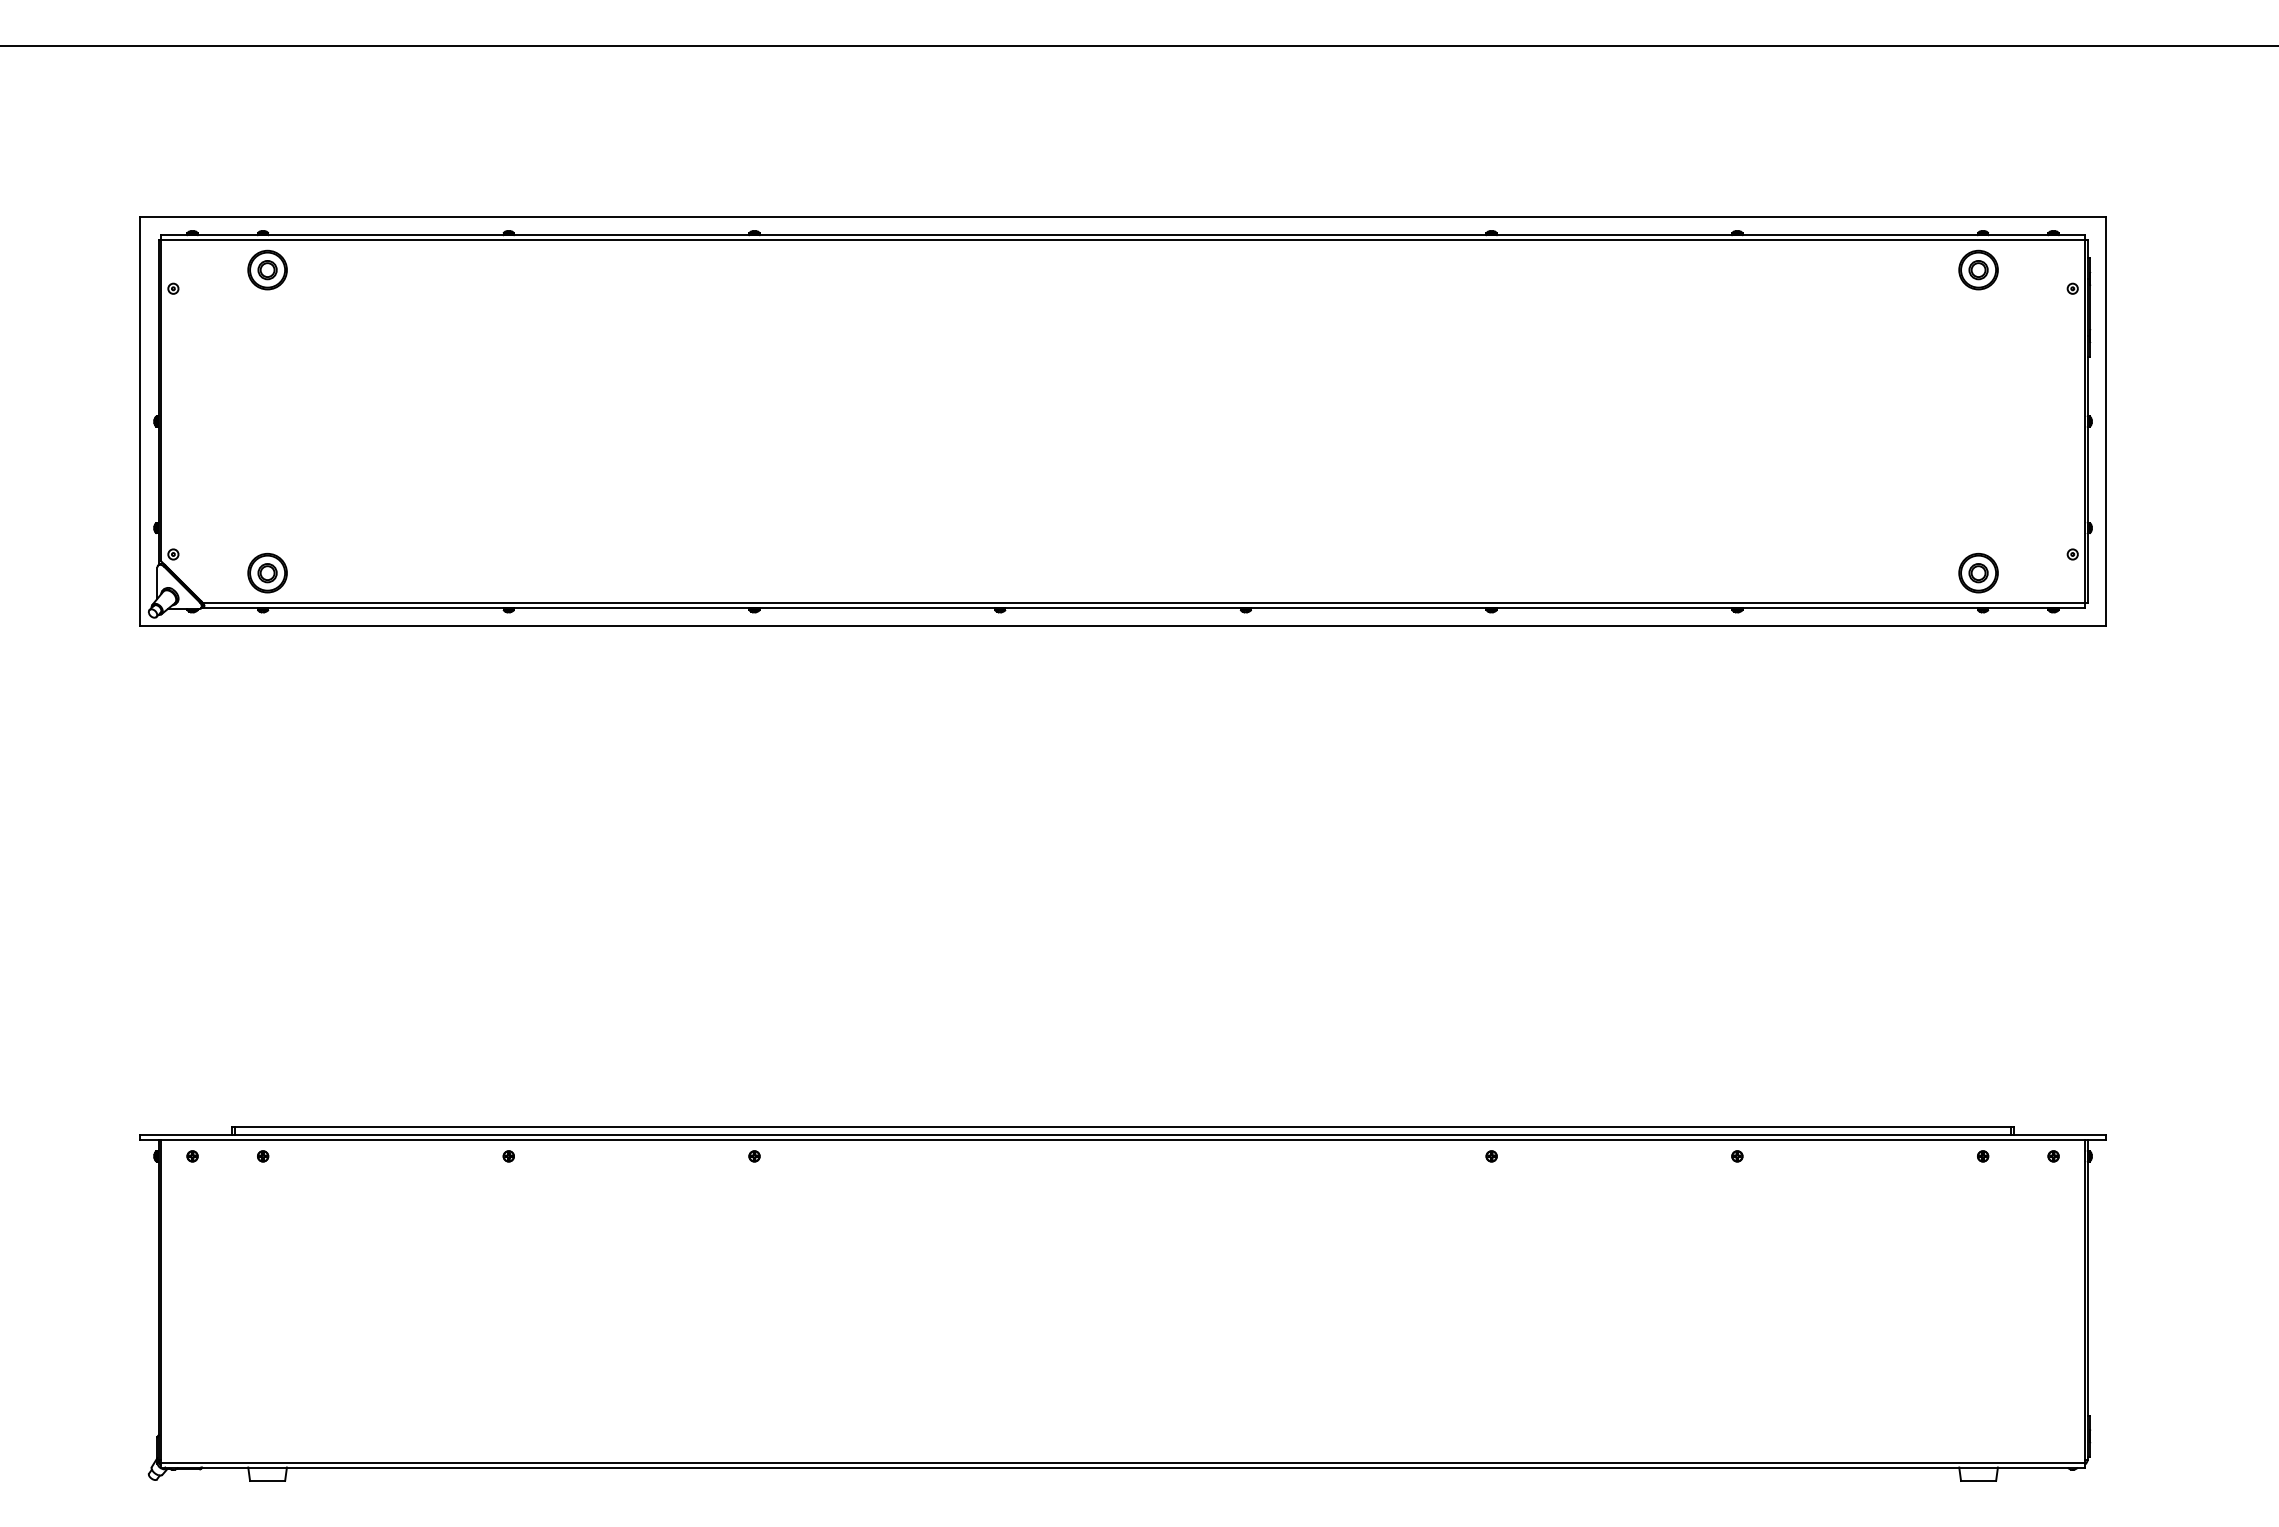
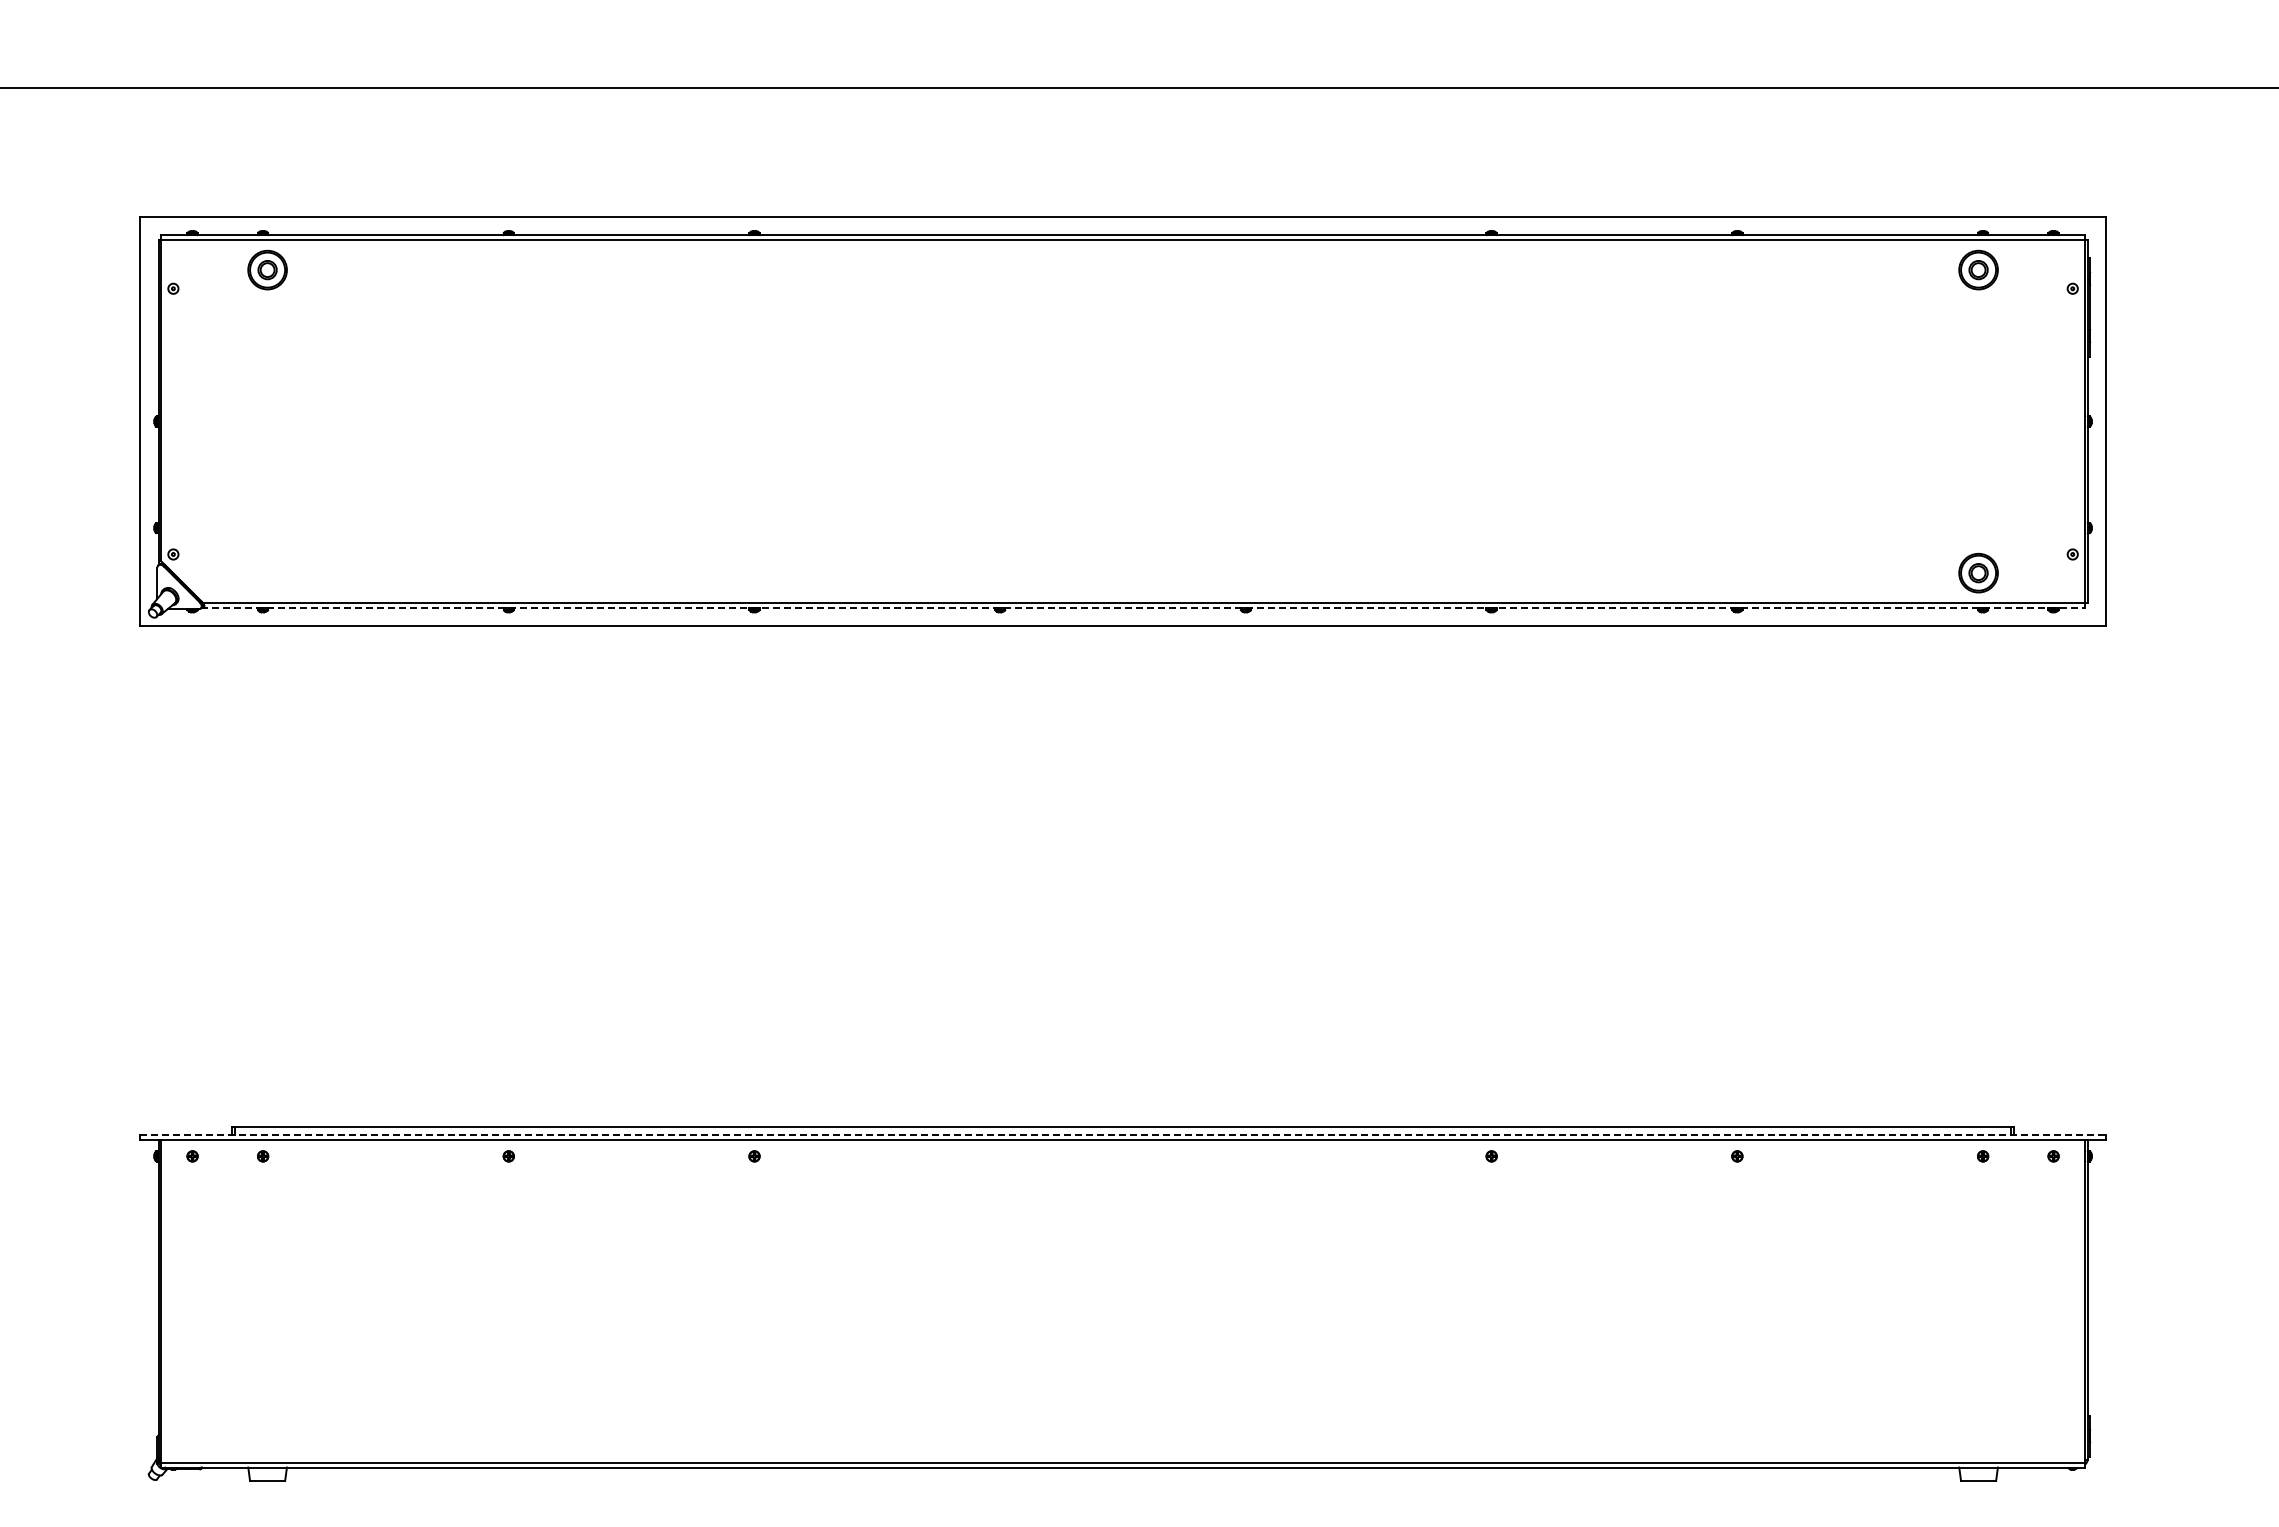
line at (1138, 46) position: (1138, 46) -> (1138, 88)
part at (267, 573): present -> none
line at (1143, 607): solid -> dashed
line at (1123, 1135): solid -> dashed
